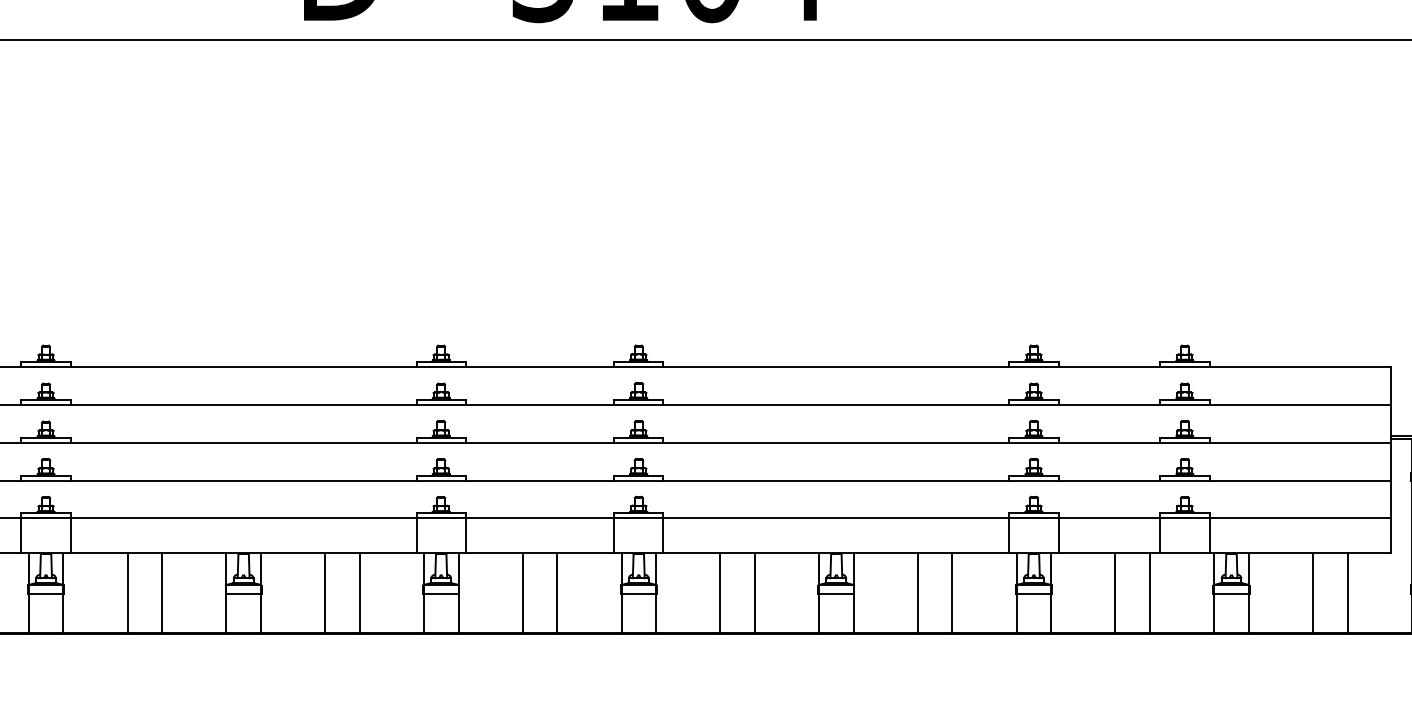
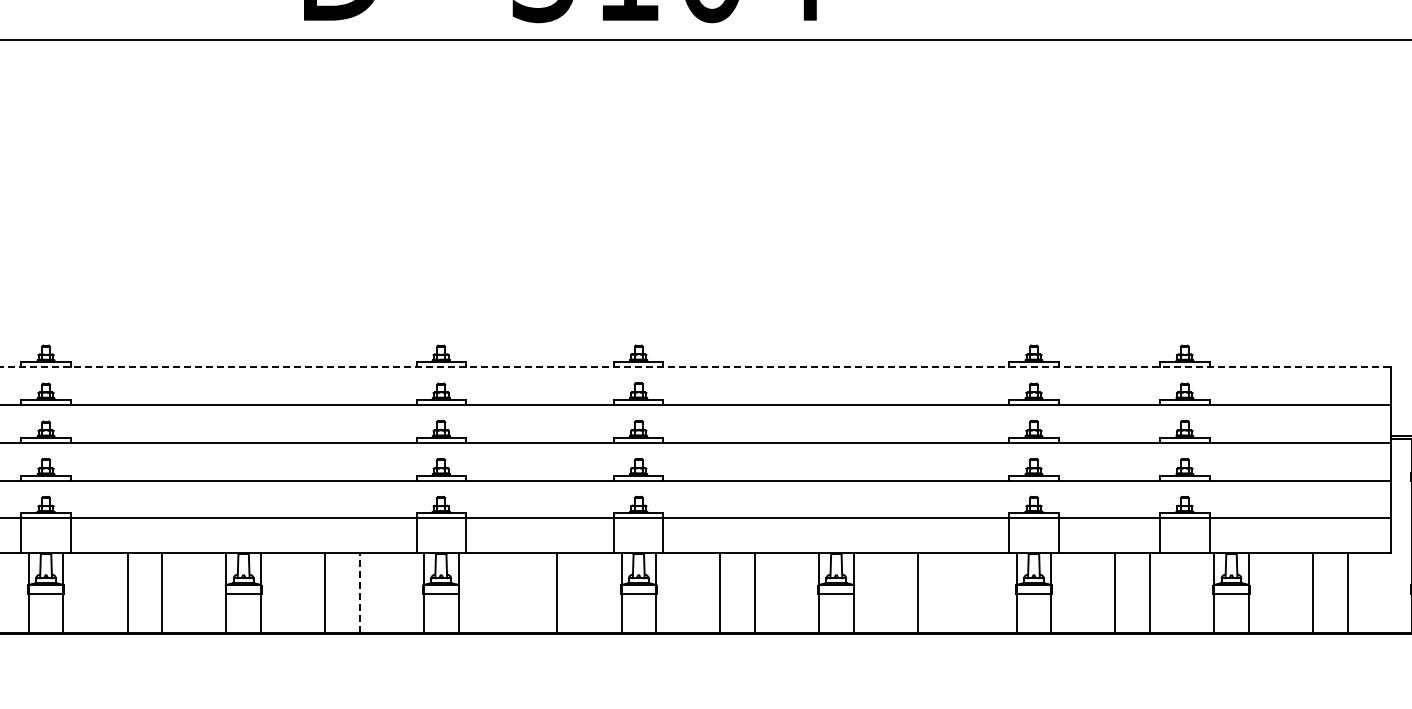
line at (695, 366): solid -> dashed
line at (359, 592): solid -> dashed
line at (522, 592): present -> none
line at (952, 592): present -> none
